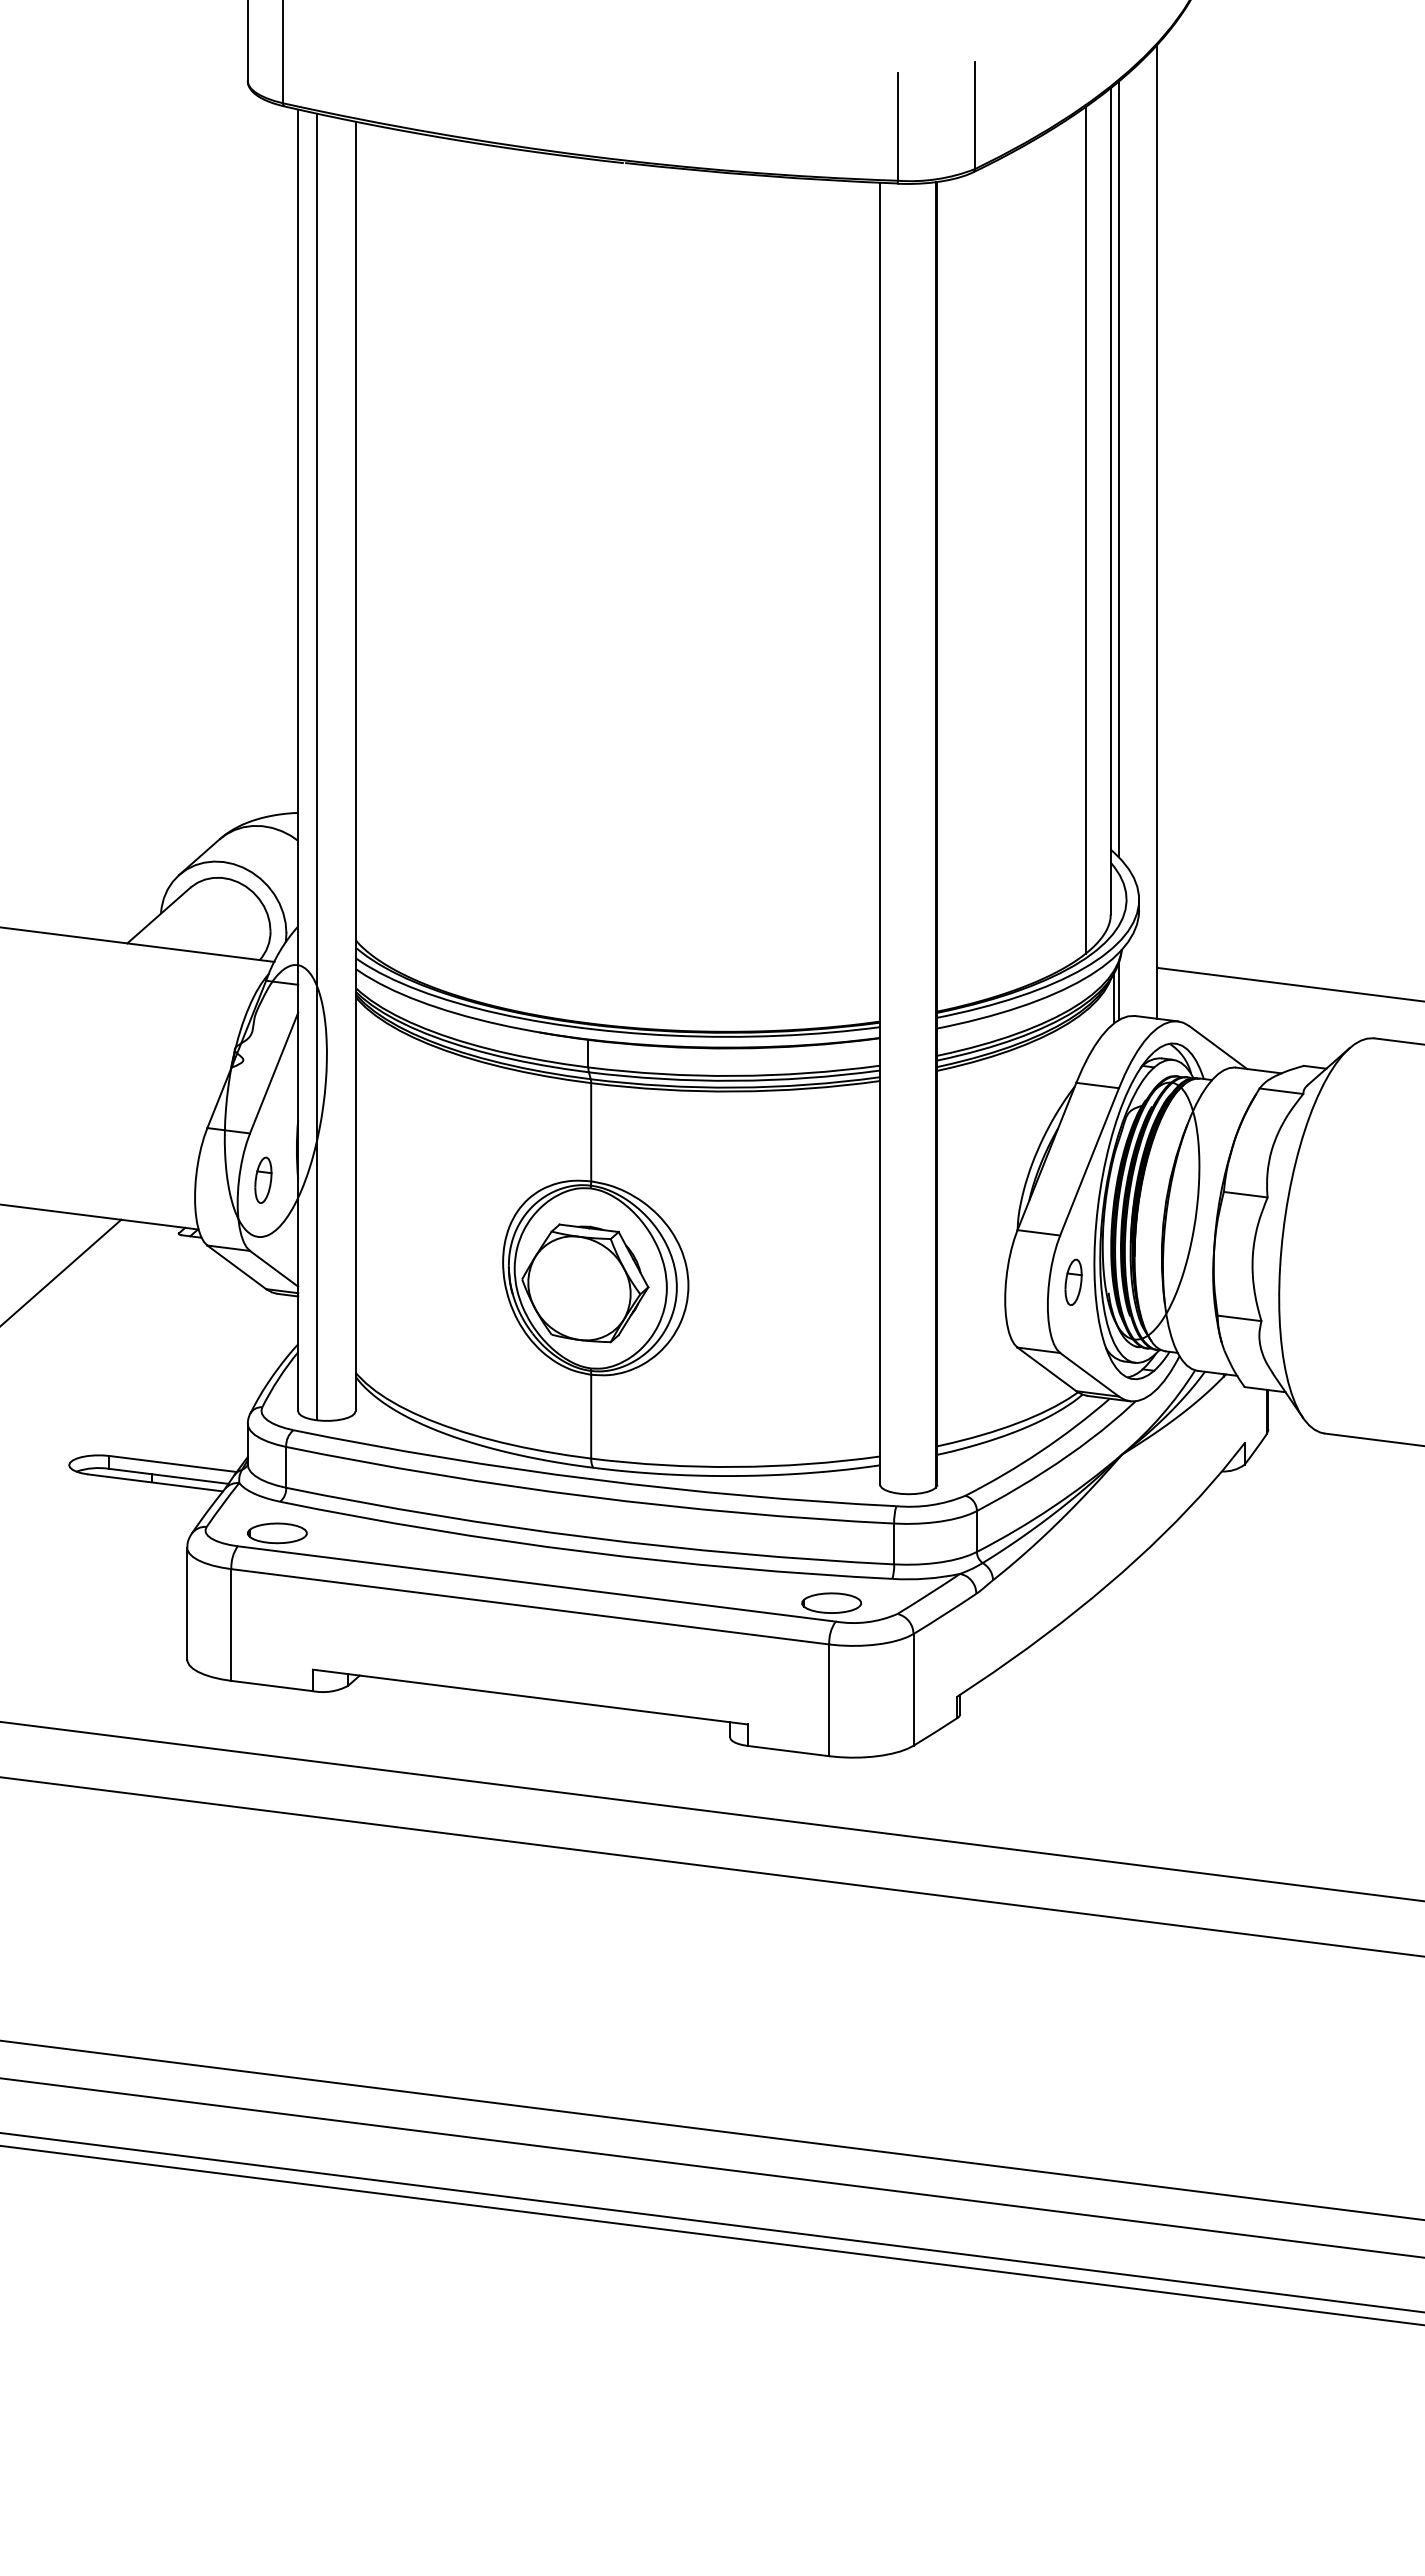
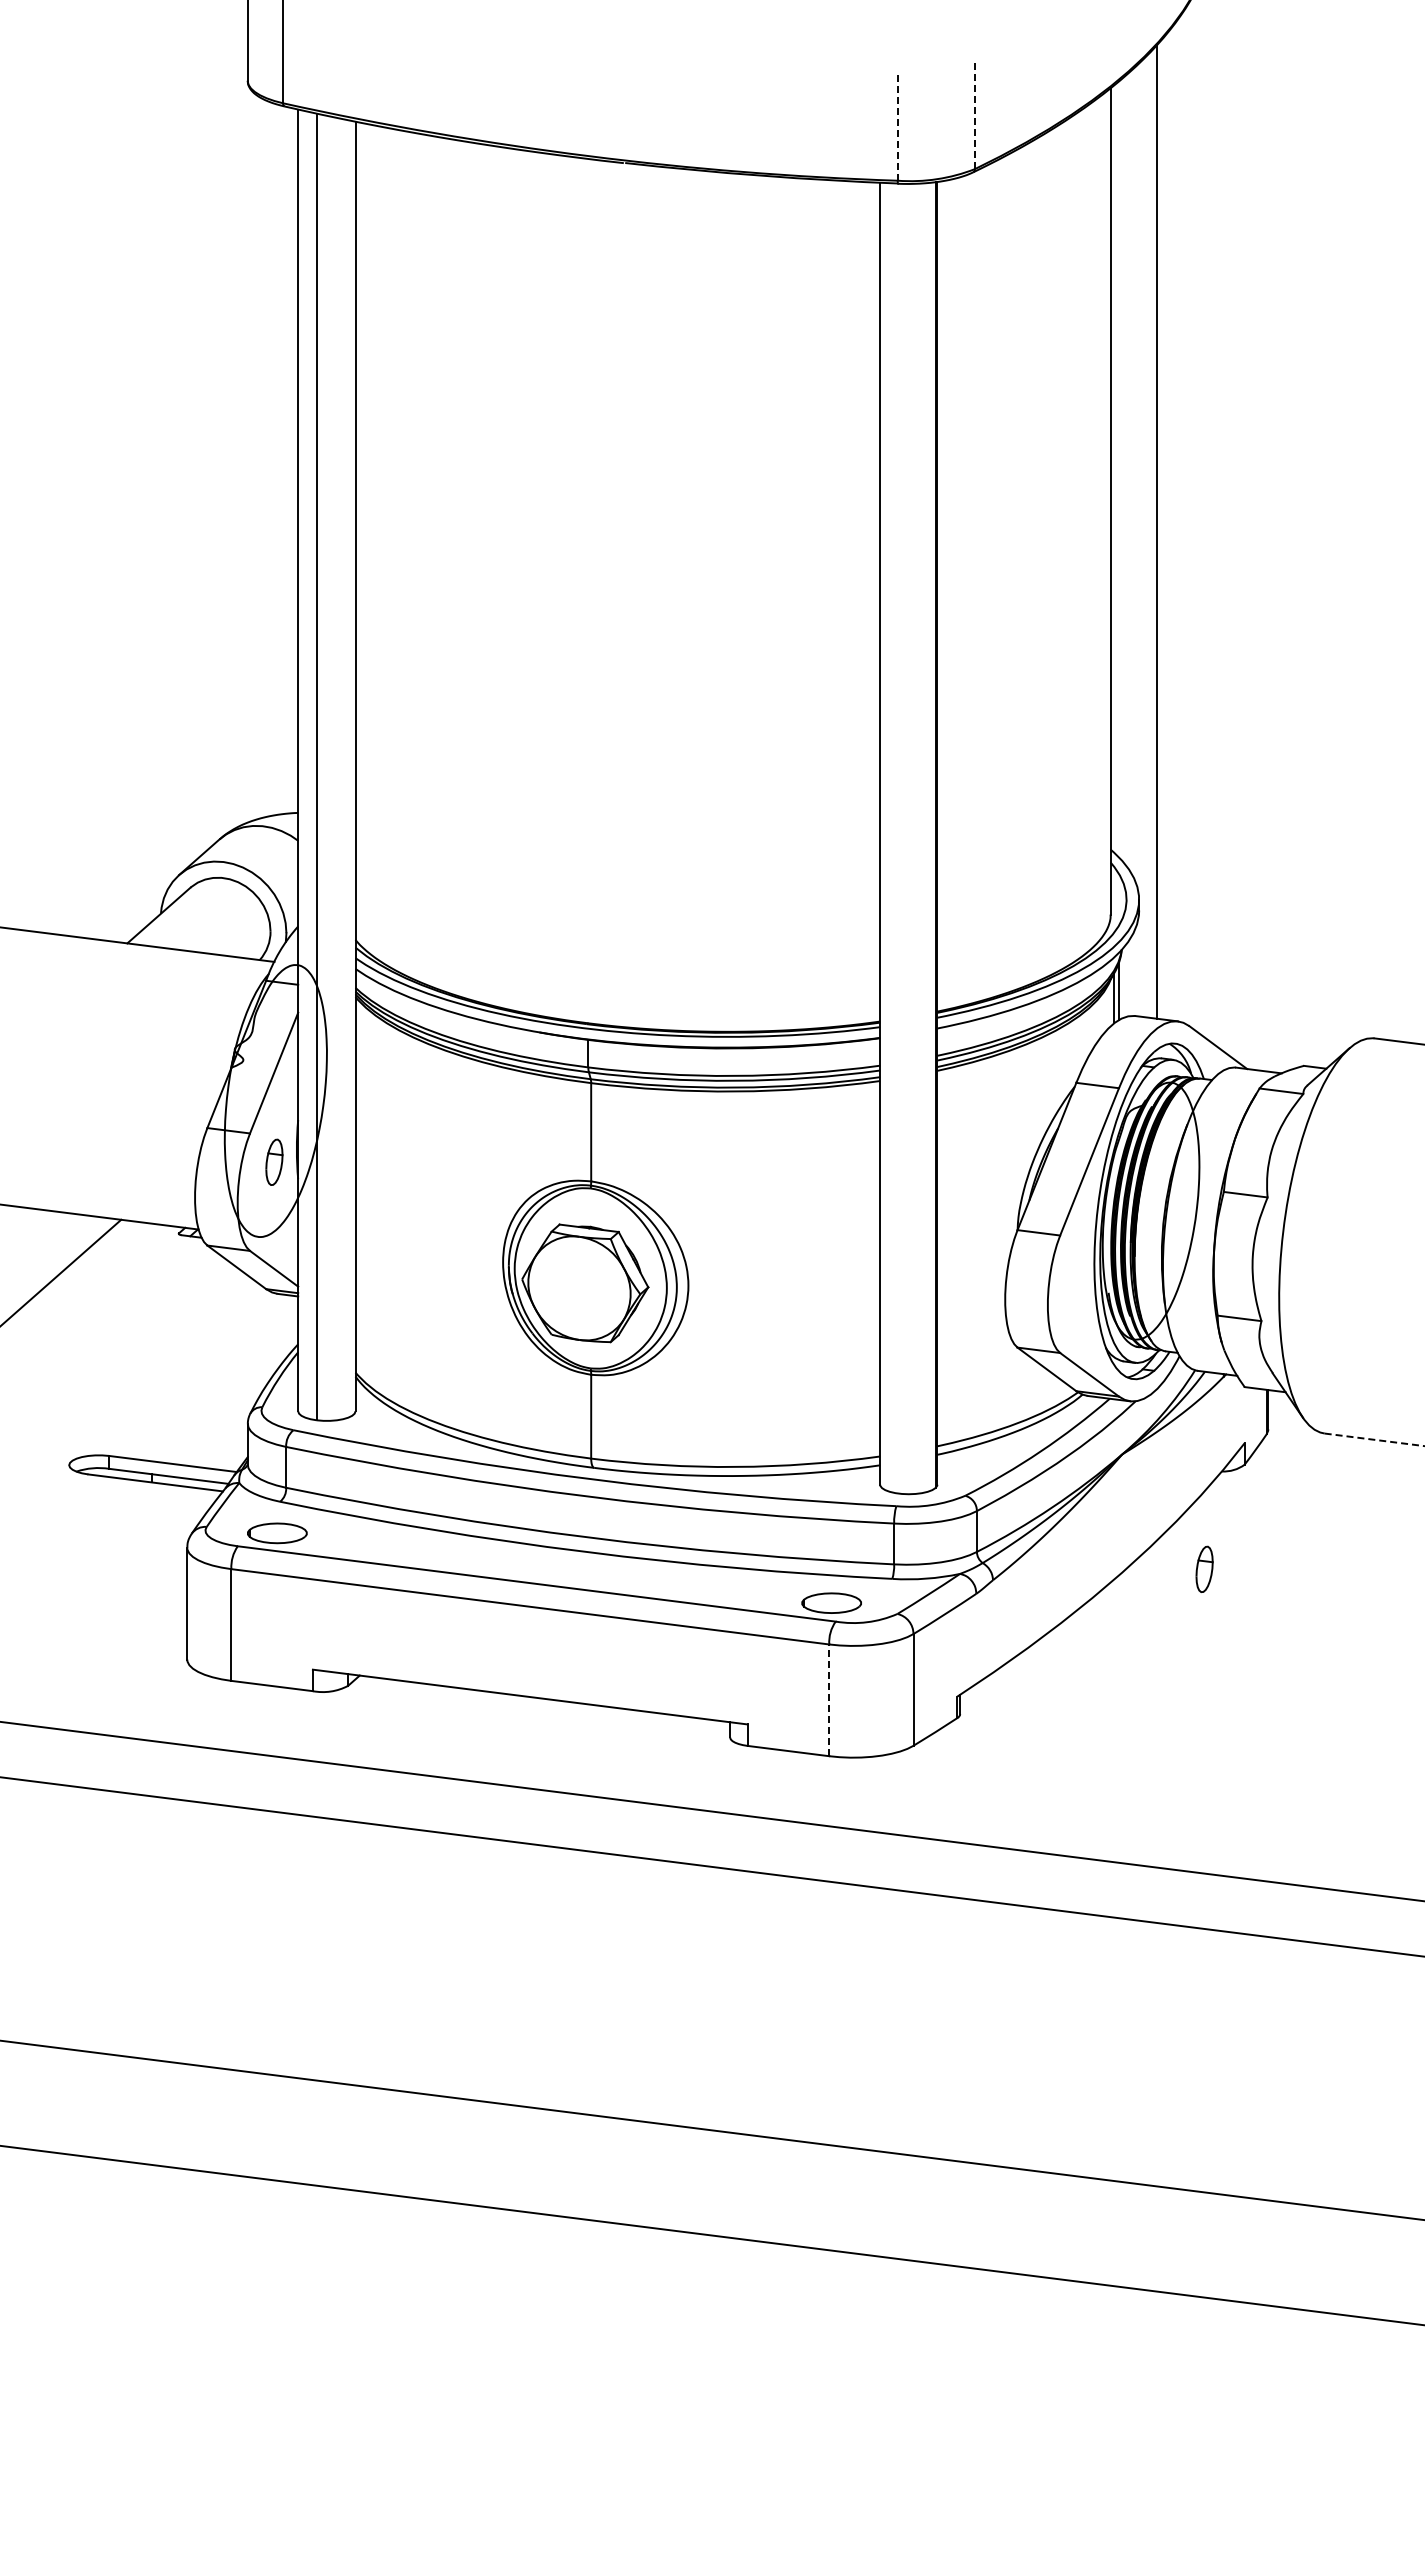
line at (975, 115): solid -> dashed
line at (897, 127): solid -> dashed
line at (1118, 468): present -> none
line at (1085, 529): present -> none
line at (1289, 984): present -> none
part at (263, 1179) position: (263, 1179) -> (274, 1161)
part at (1073, 1281) position: (1073, 1281) -> (1204, 1568)
line at (1375, 1439): solid -> dashed
line at (829, 1700): solid -> dashed
line at (711, 2167): present -> none
line at (711, 2222): present -> none
